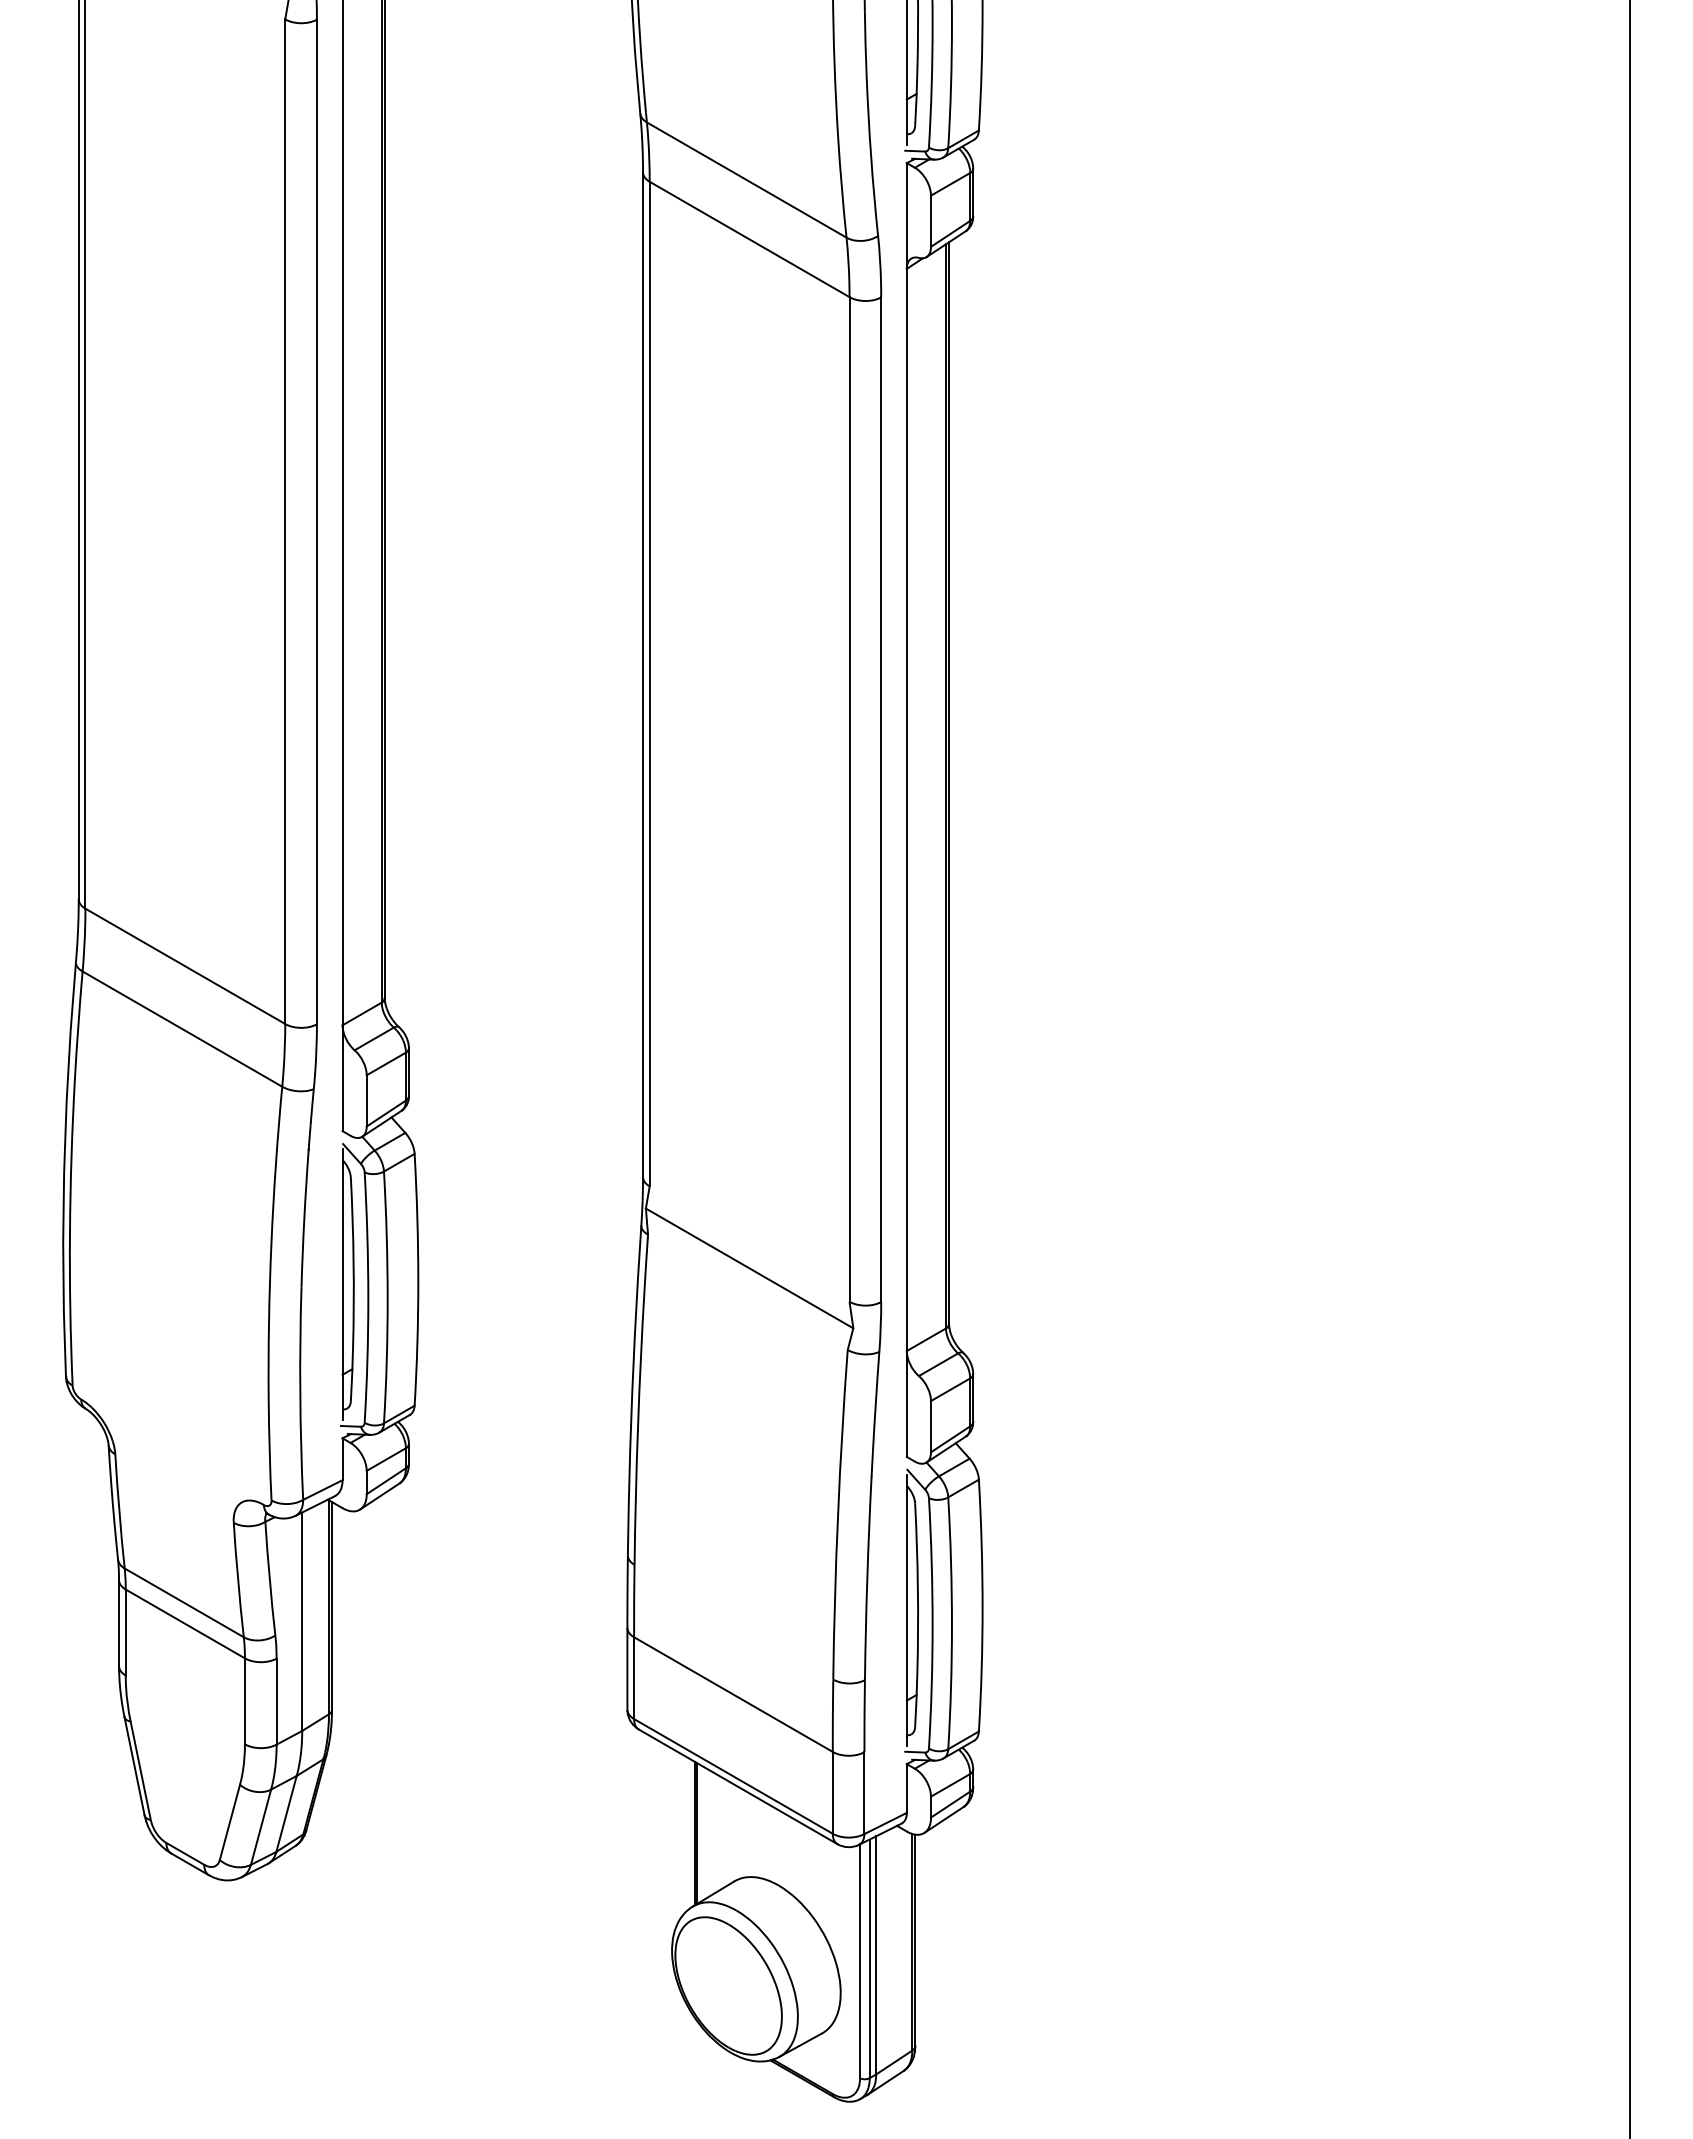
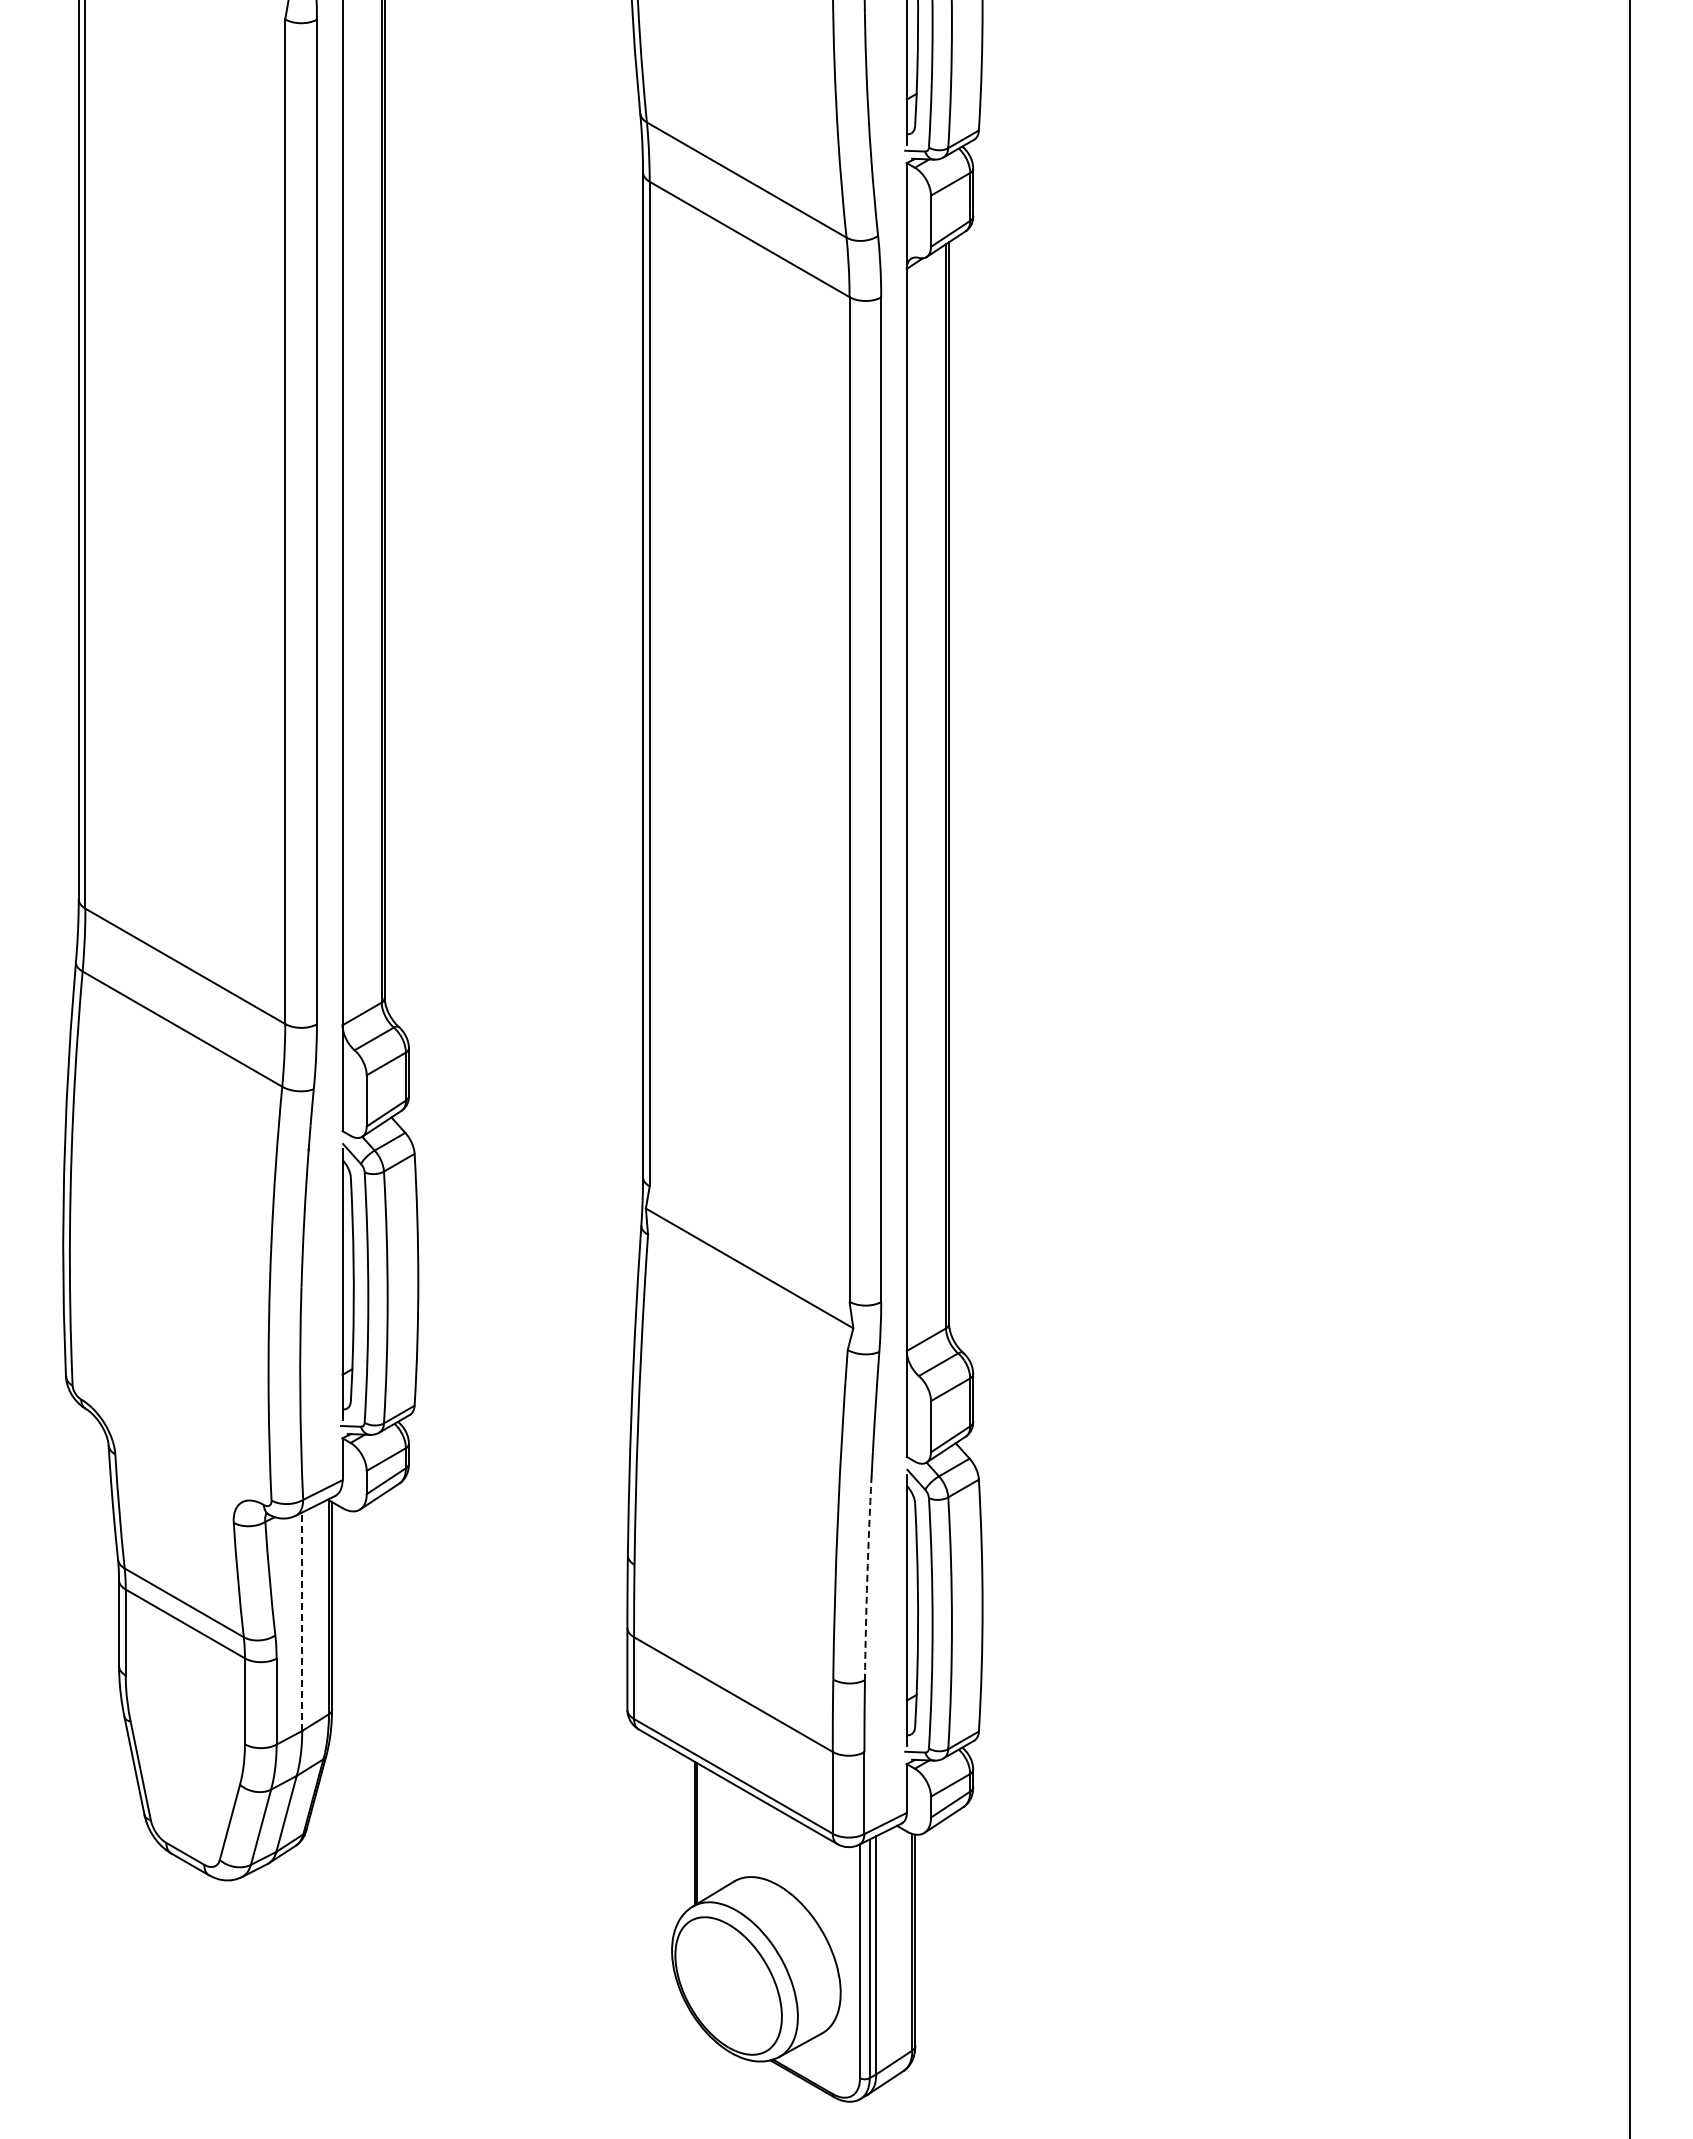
arc at (867, 1578): solid -> dashed
line at (302, 1621): solid -> dashed
